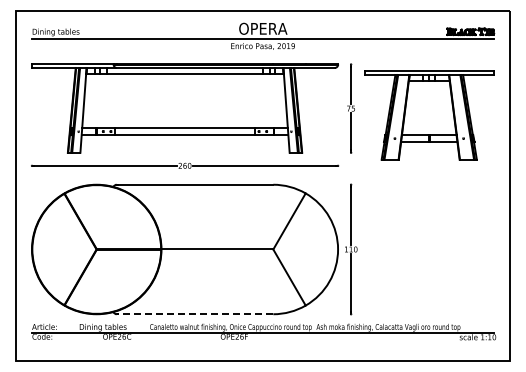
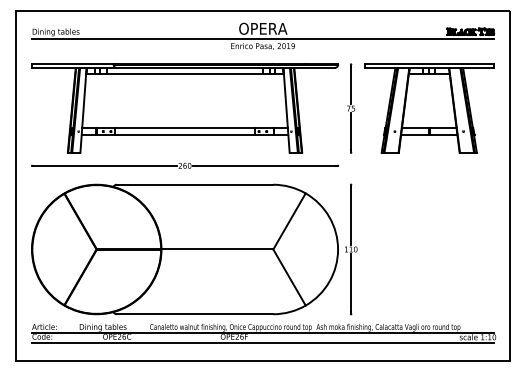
part at (429, 115) position: (429, 115) -> (429, 108)
line at (194, 314): dashed -> solid
line at (262, 342): none -> present
